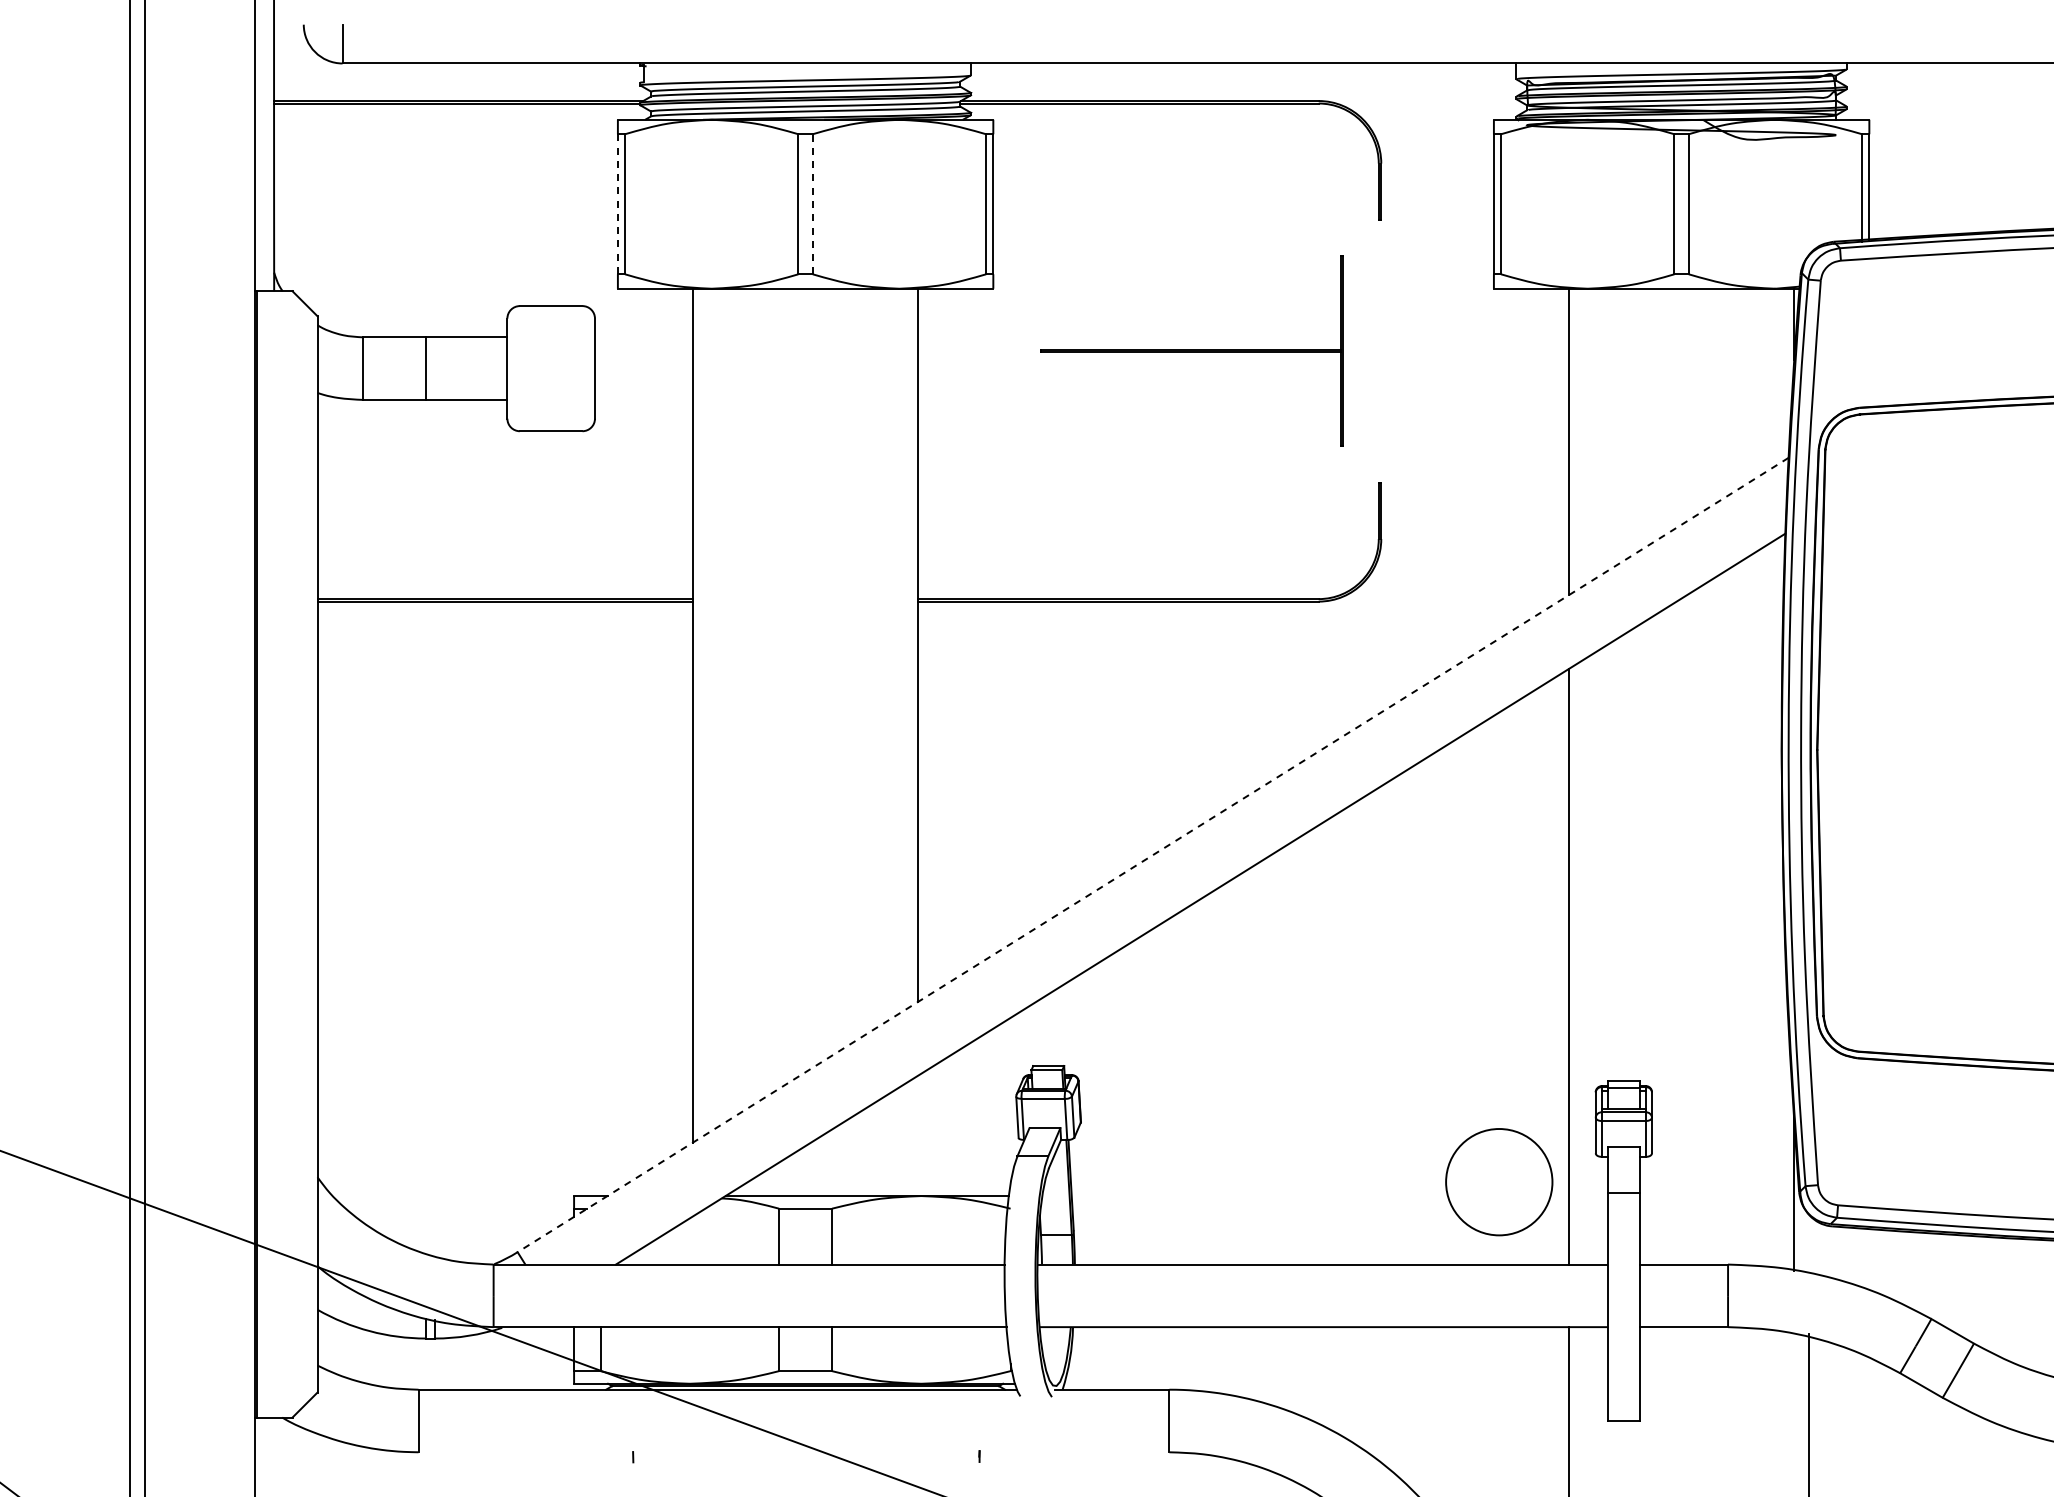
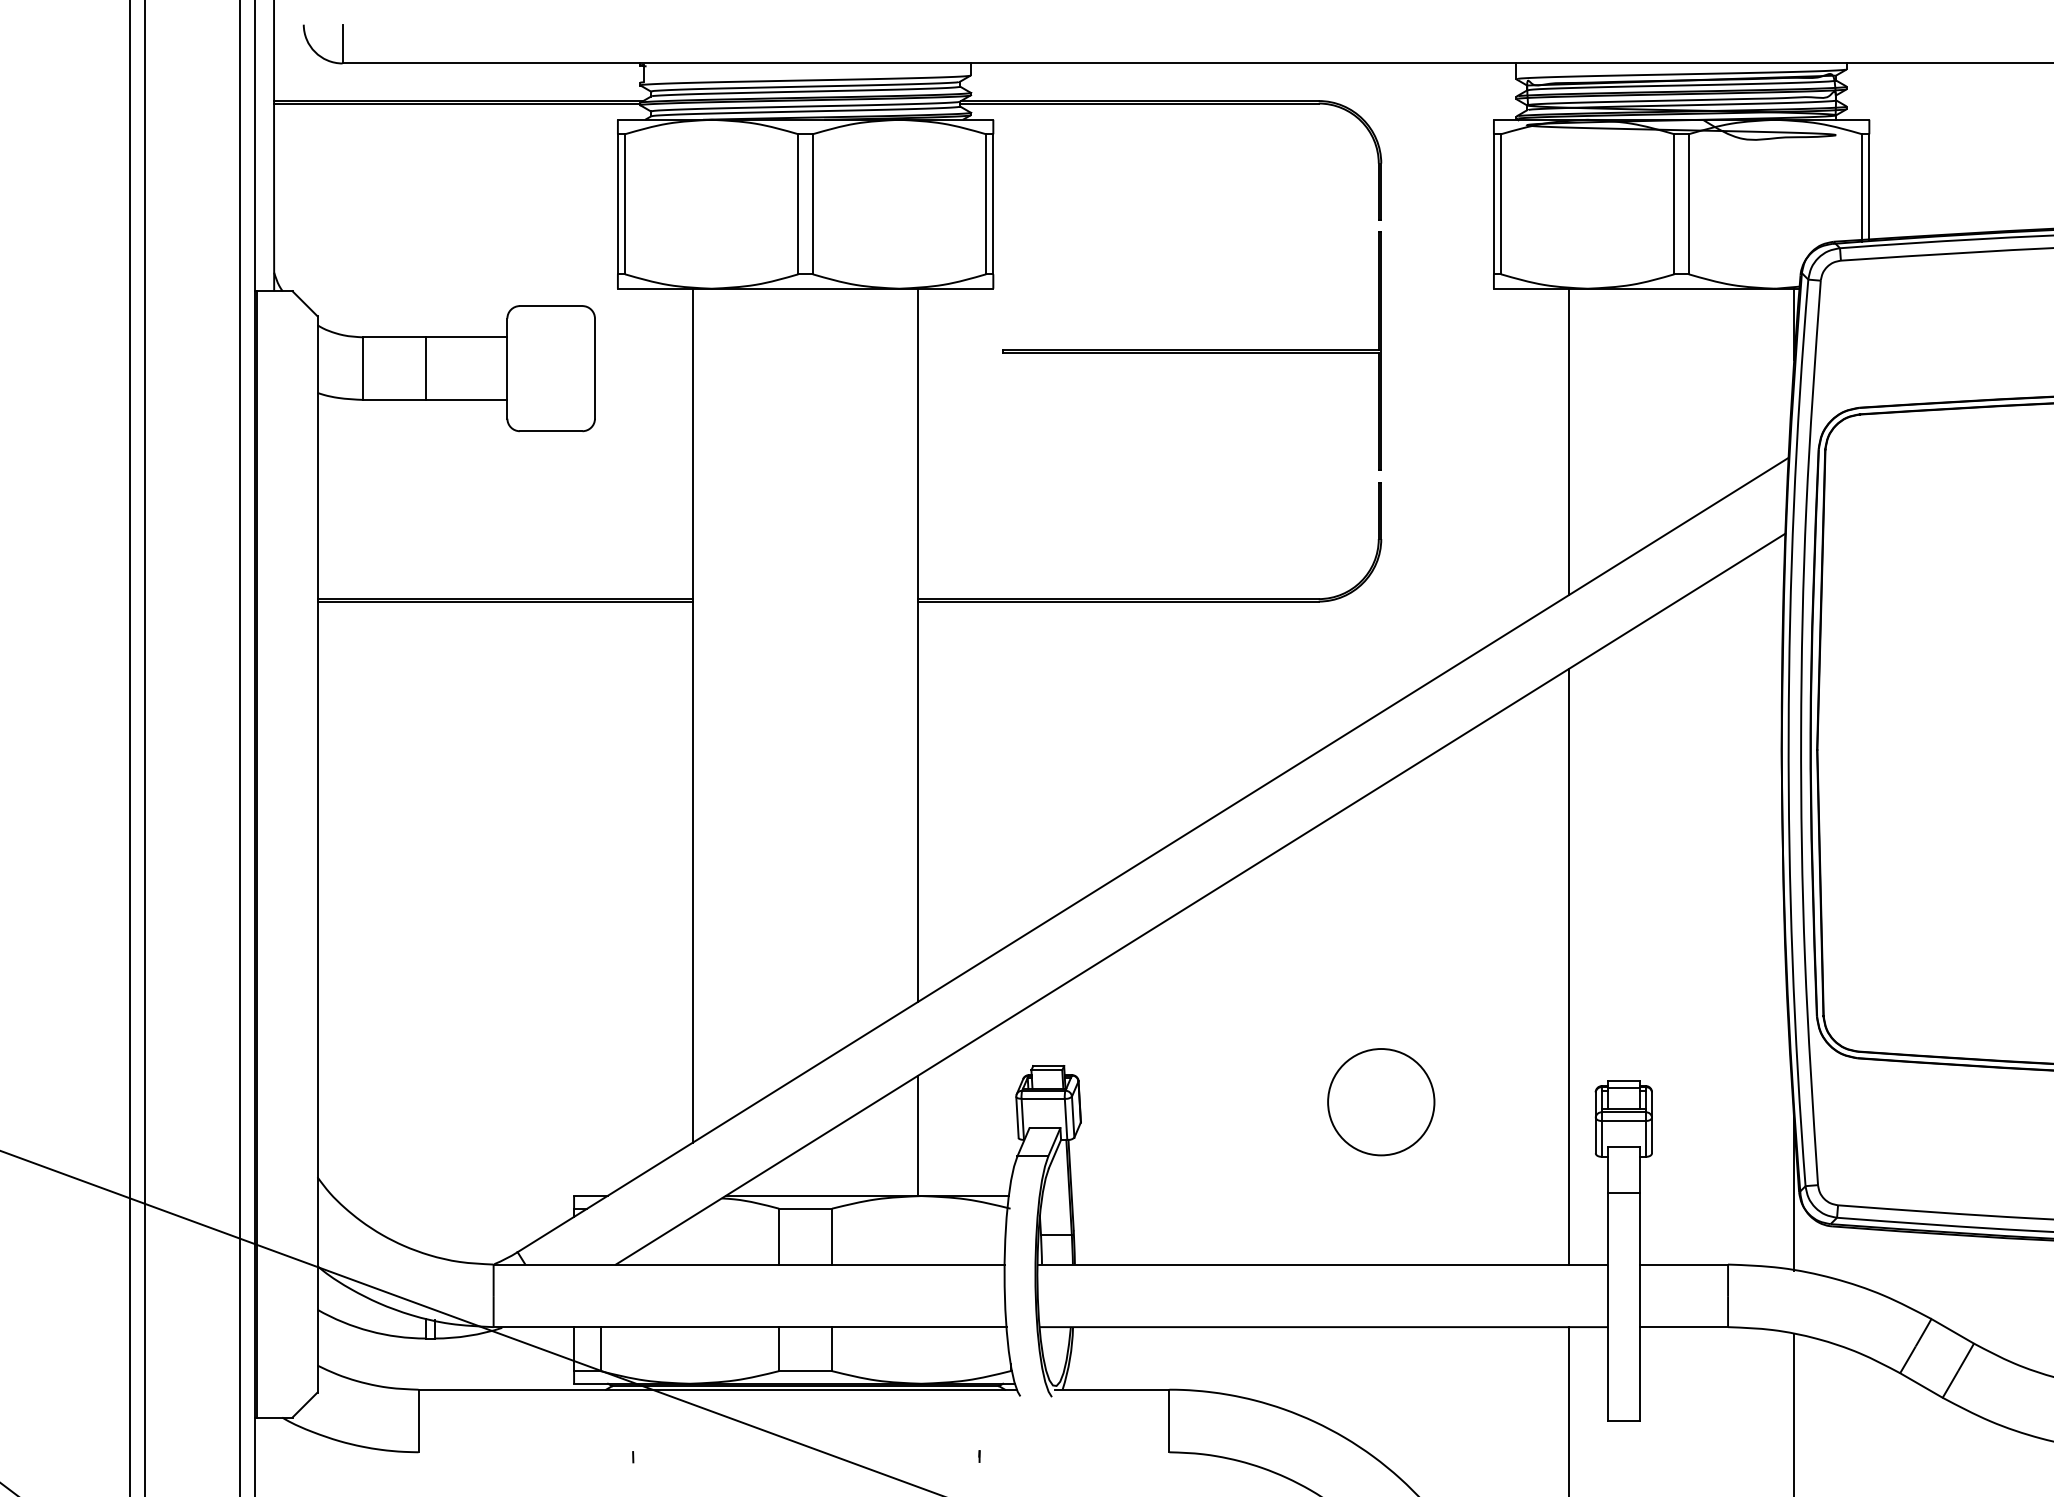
line at (812, 203): dashed -> solid
line at (617, 204): dashed -> solid
part at (1191, 350) size: 304x192 px -> 380x240 px
line at (239, 747): none -> present
line at (1152, 855): dashed -> solid
line at (918, 1135): none -> present
circle at (1499, 1182) position: (1499, 1182) -> (1381, 1102)
line at (1809, 1413) position: (1809, 1413) -> (1794, 1413)
